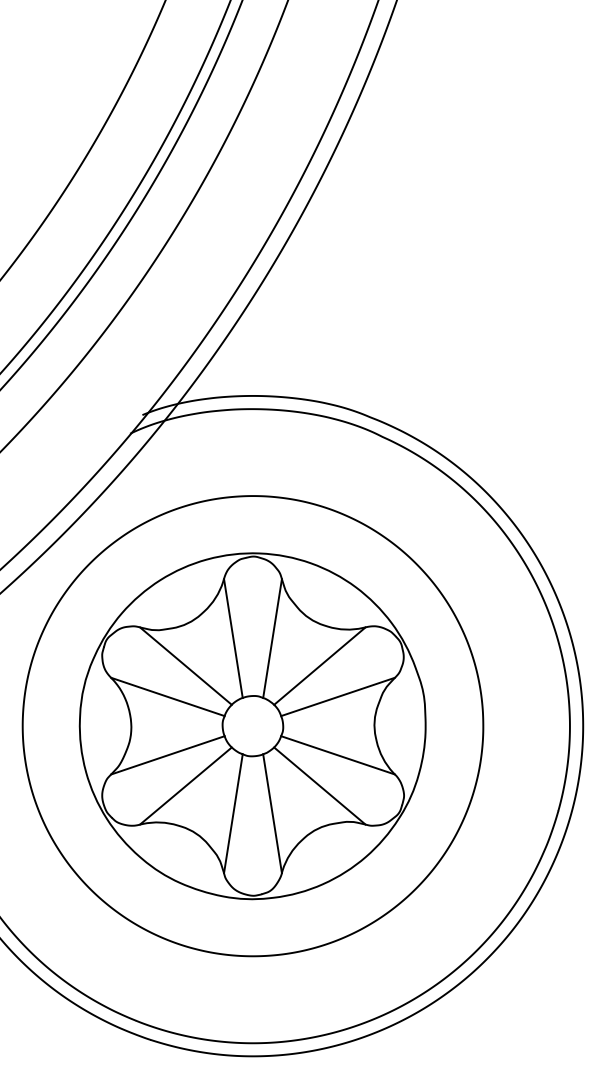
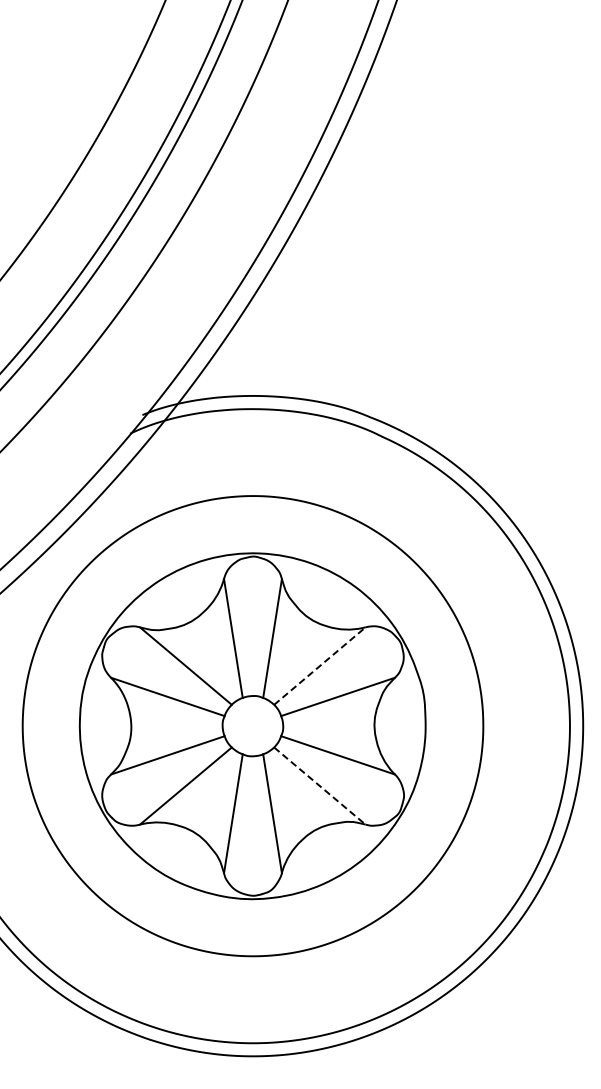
line at (319, 666): solid -> dashed
line at (319, 786): solid -> dashed
